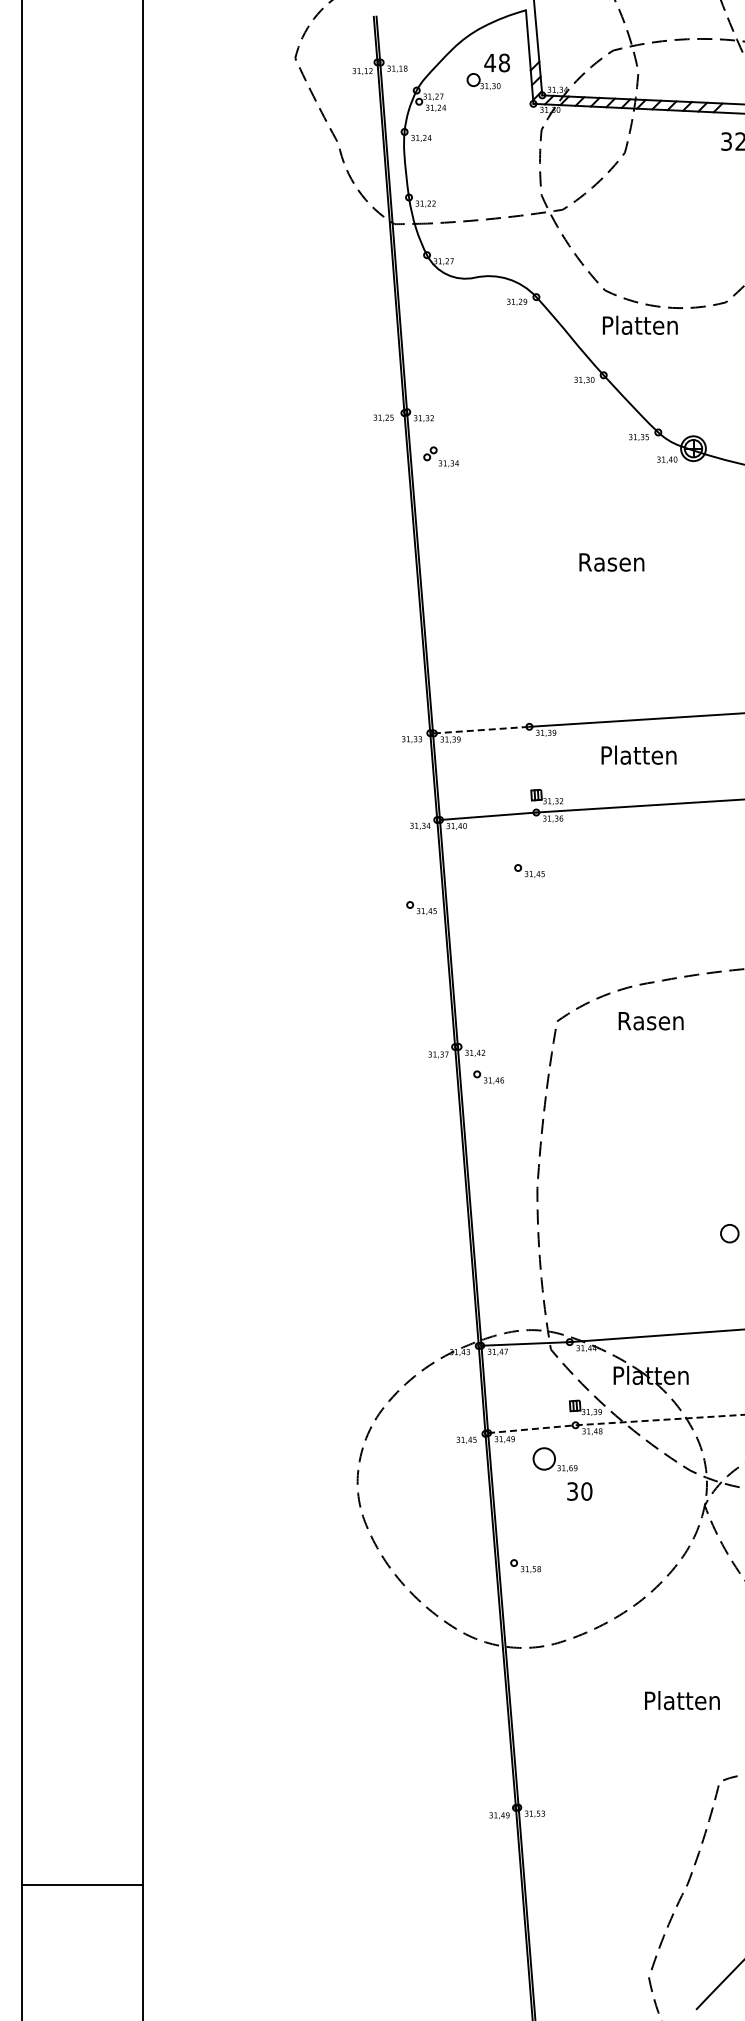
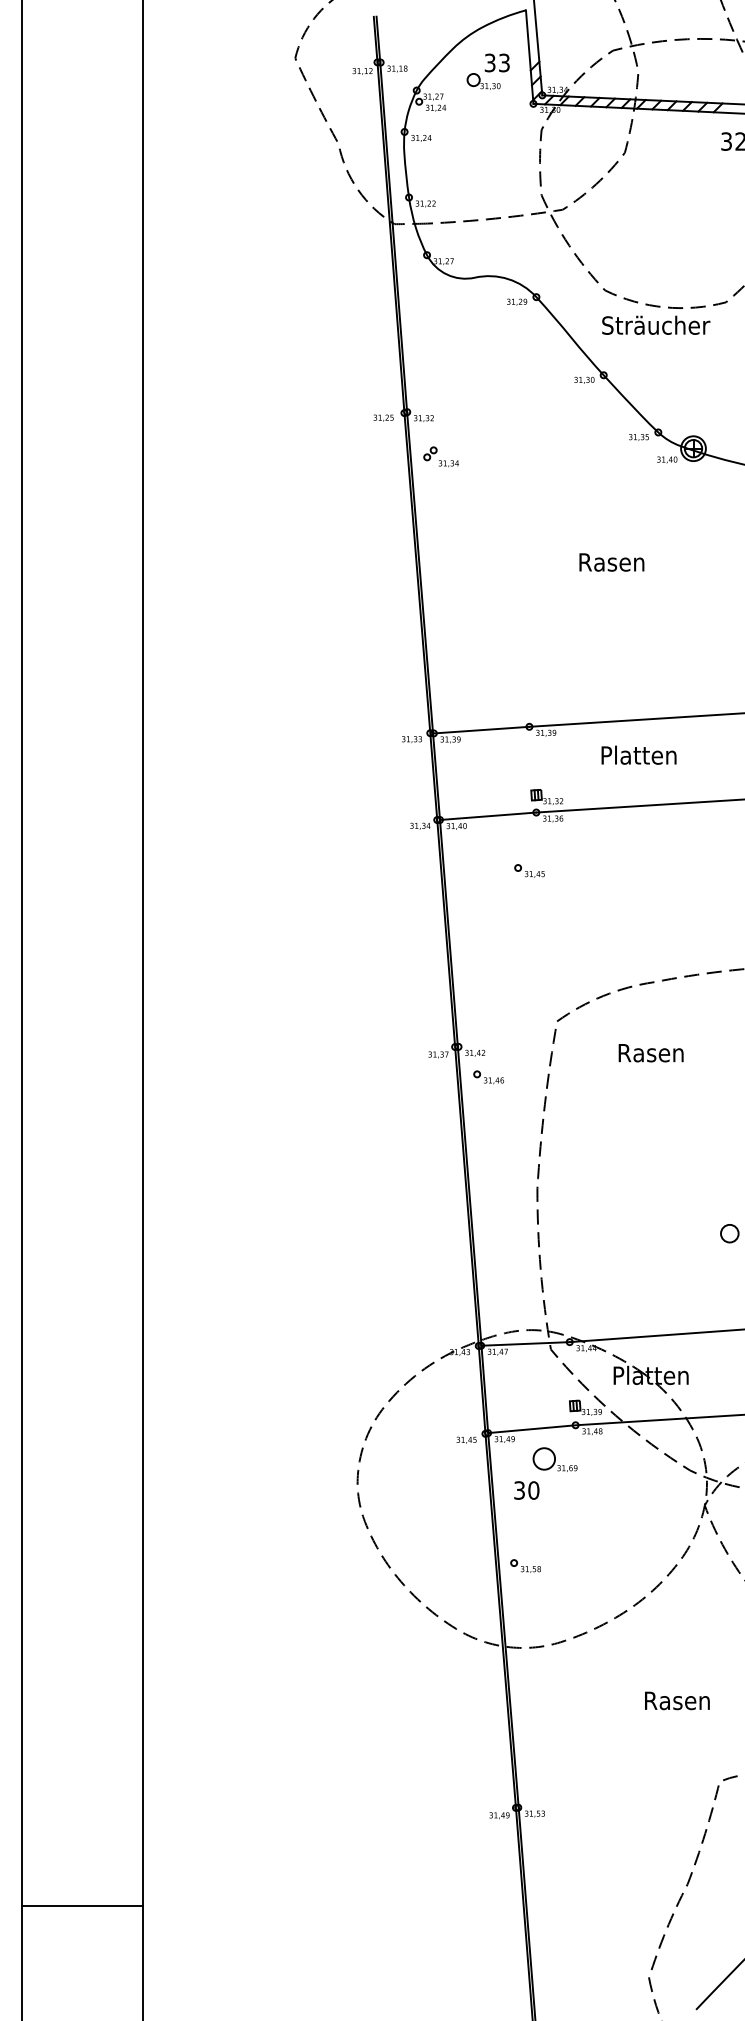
text at (496, 62): 48 -> 33
text at (656, 324): Platten -> Sträucher
line at (481, 730): dashed -> solid
part at (421, 907): present -> none
text at (650, 1021) position: (650, 1021) -> (650, 1053)
line at (615, 1422): dashed -> solid
text at (579, 1491) position: (579, 1491) -> (526, 1490)
text at (683, 1700): Platten -> Rasen
line at (82, 1885) position: (82, 1885) -> (82, 1906)
